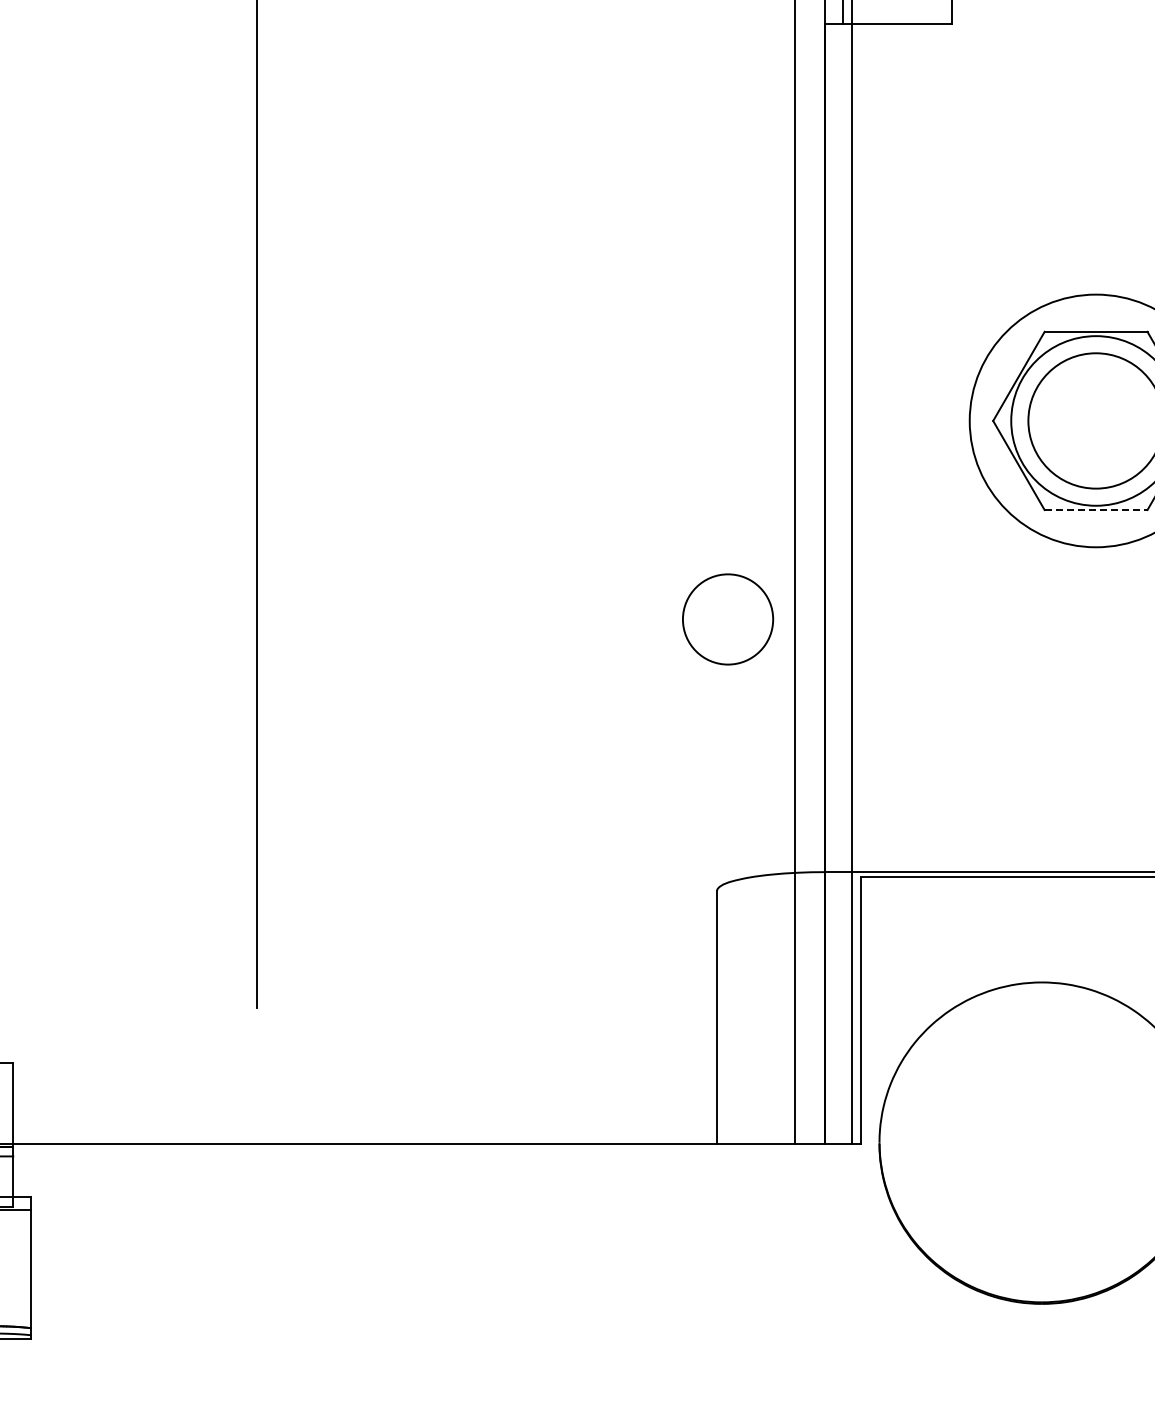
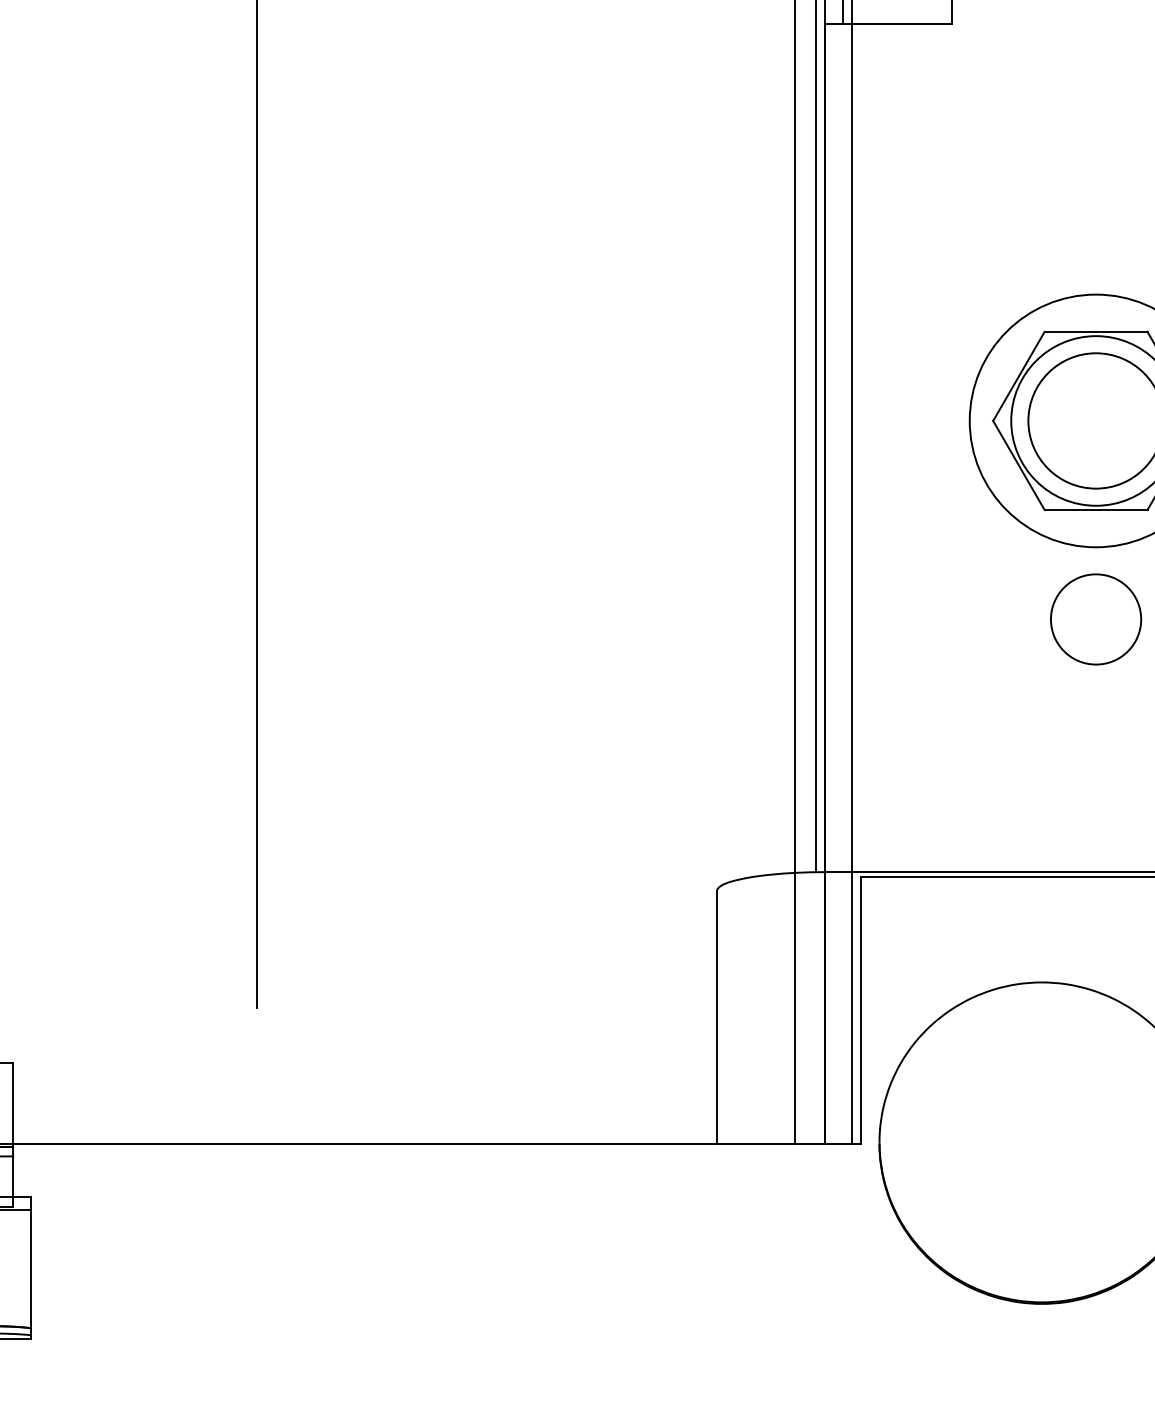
line at (816, 437): none -> present
line at (1096, 510): dashed -> solid
circle at (728, 619) position: (728, 619) -> (1096, 619)
